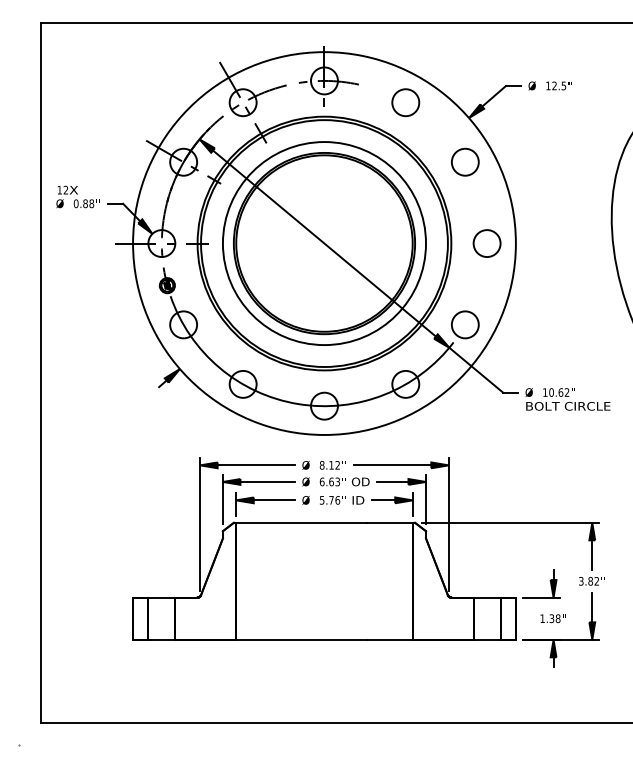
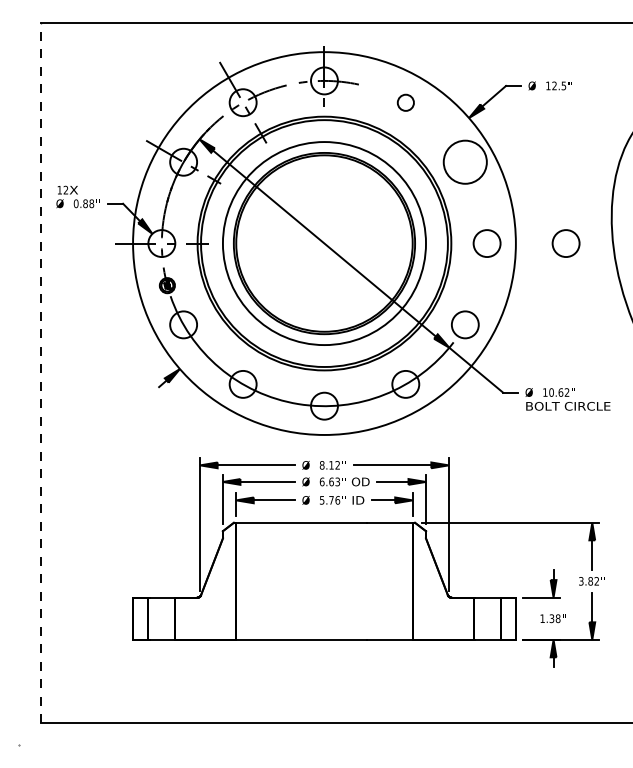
circle at (405, 102) size: 30x30 px -> 19x19 px
circle at (464, 161) diameter: 27 px -> 43 px
circle at (565, 243): none -> present
line at (40, 372): solid -> dashed
